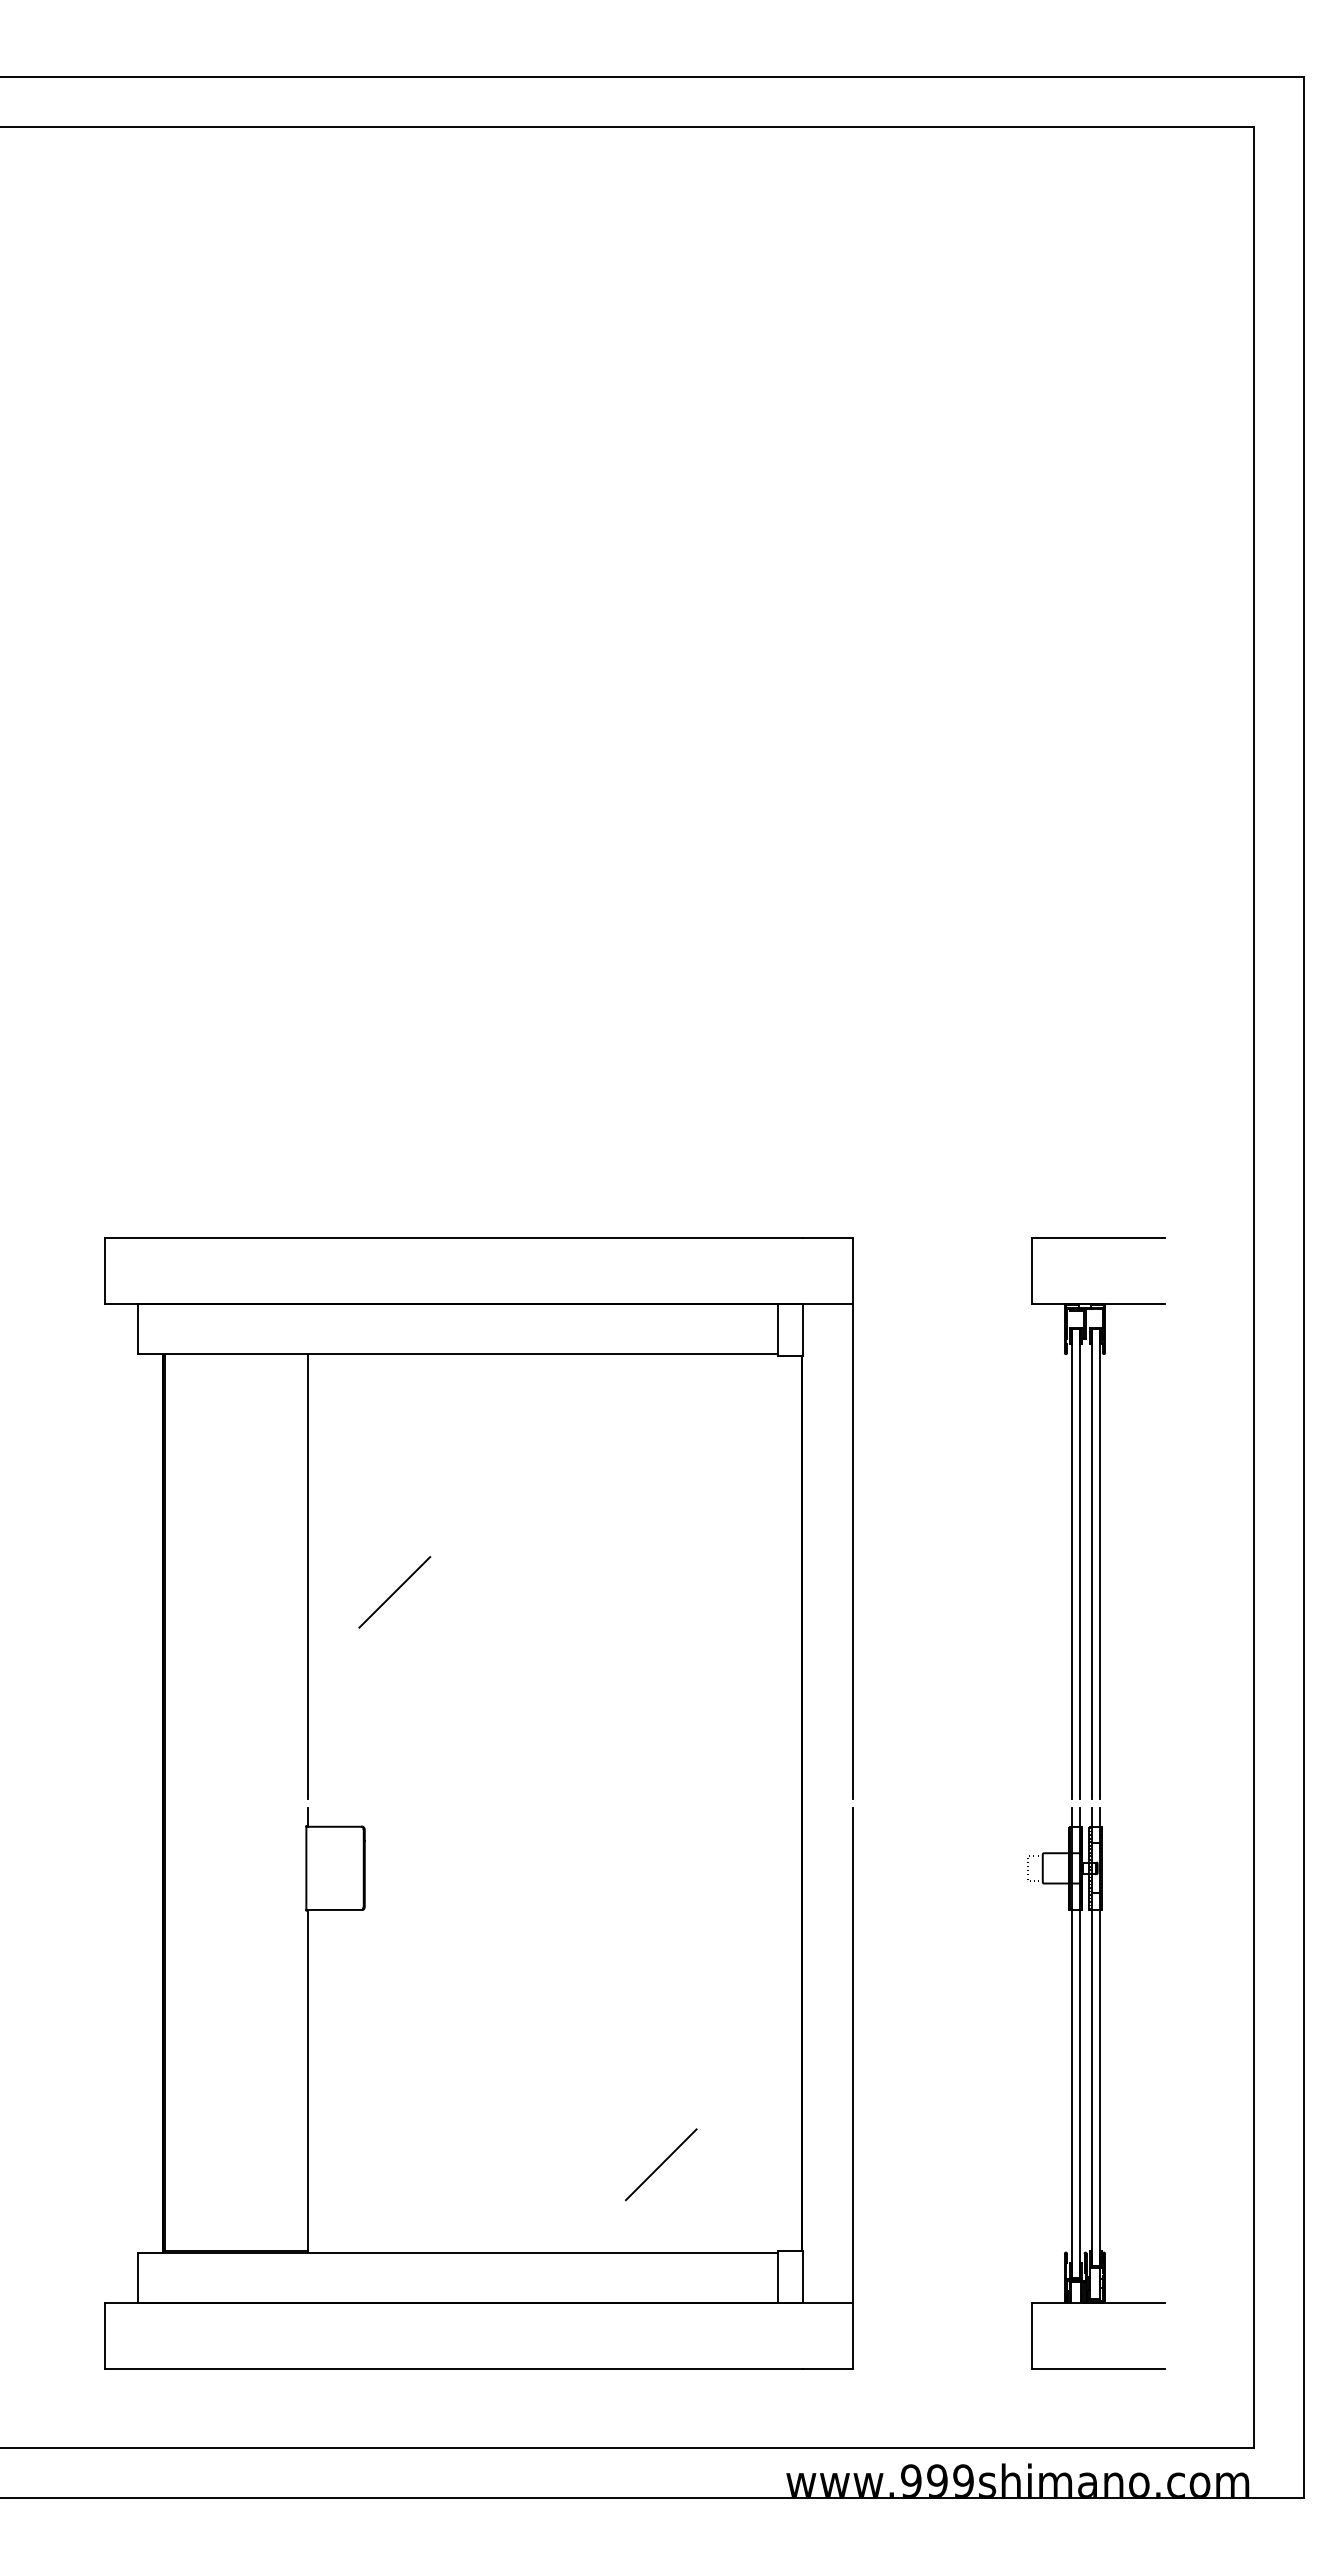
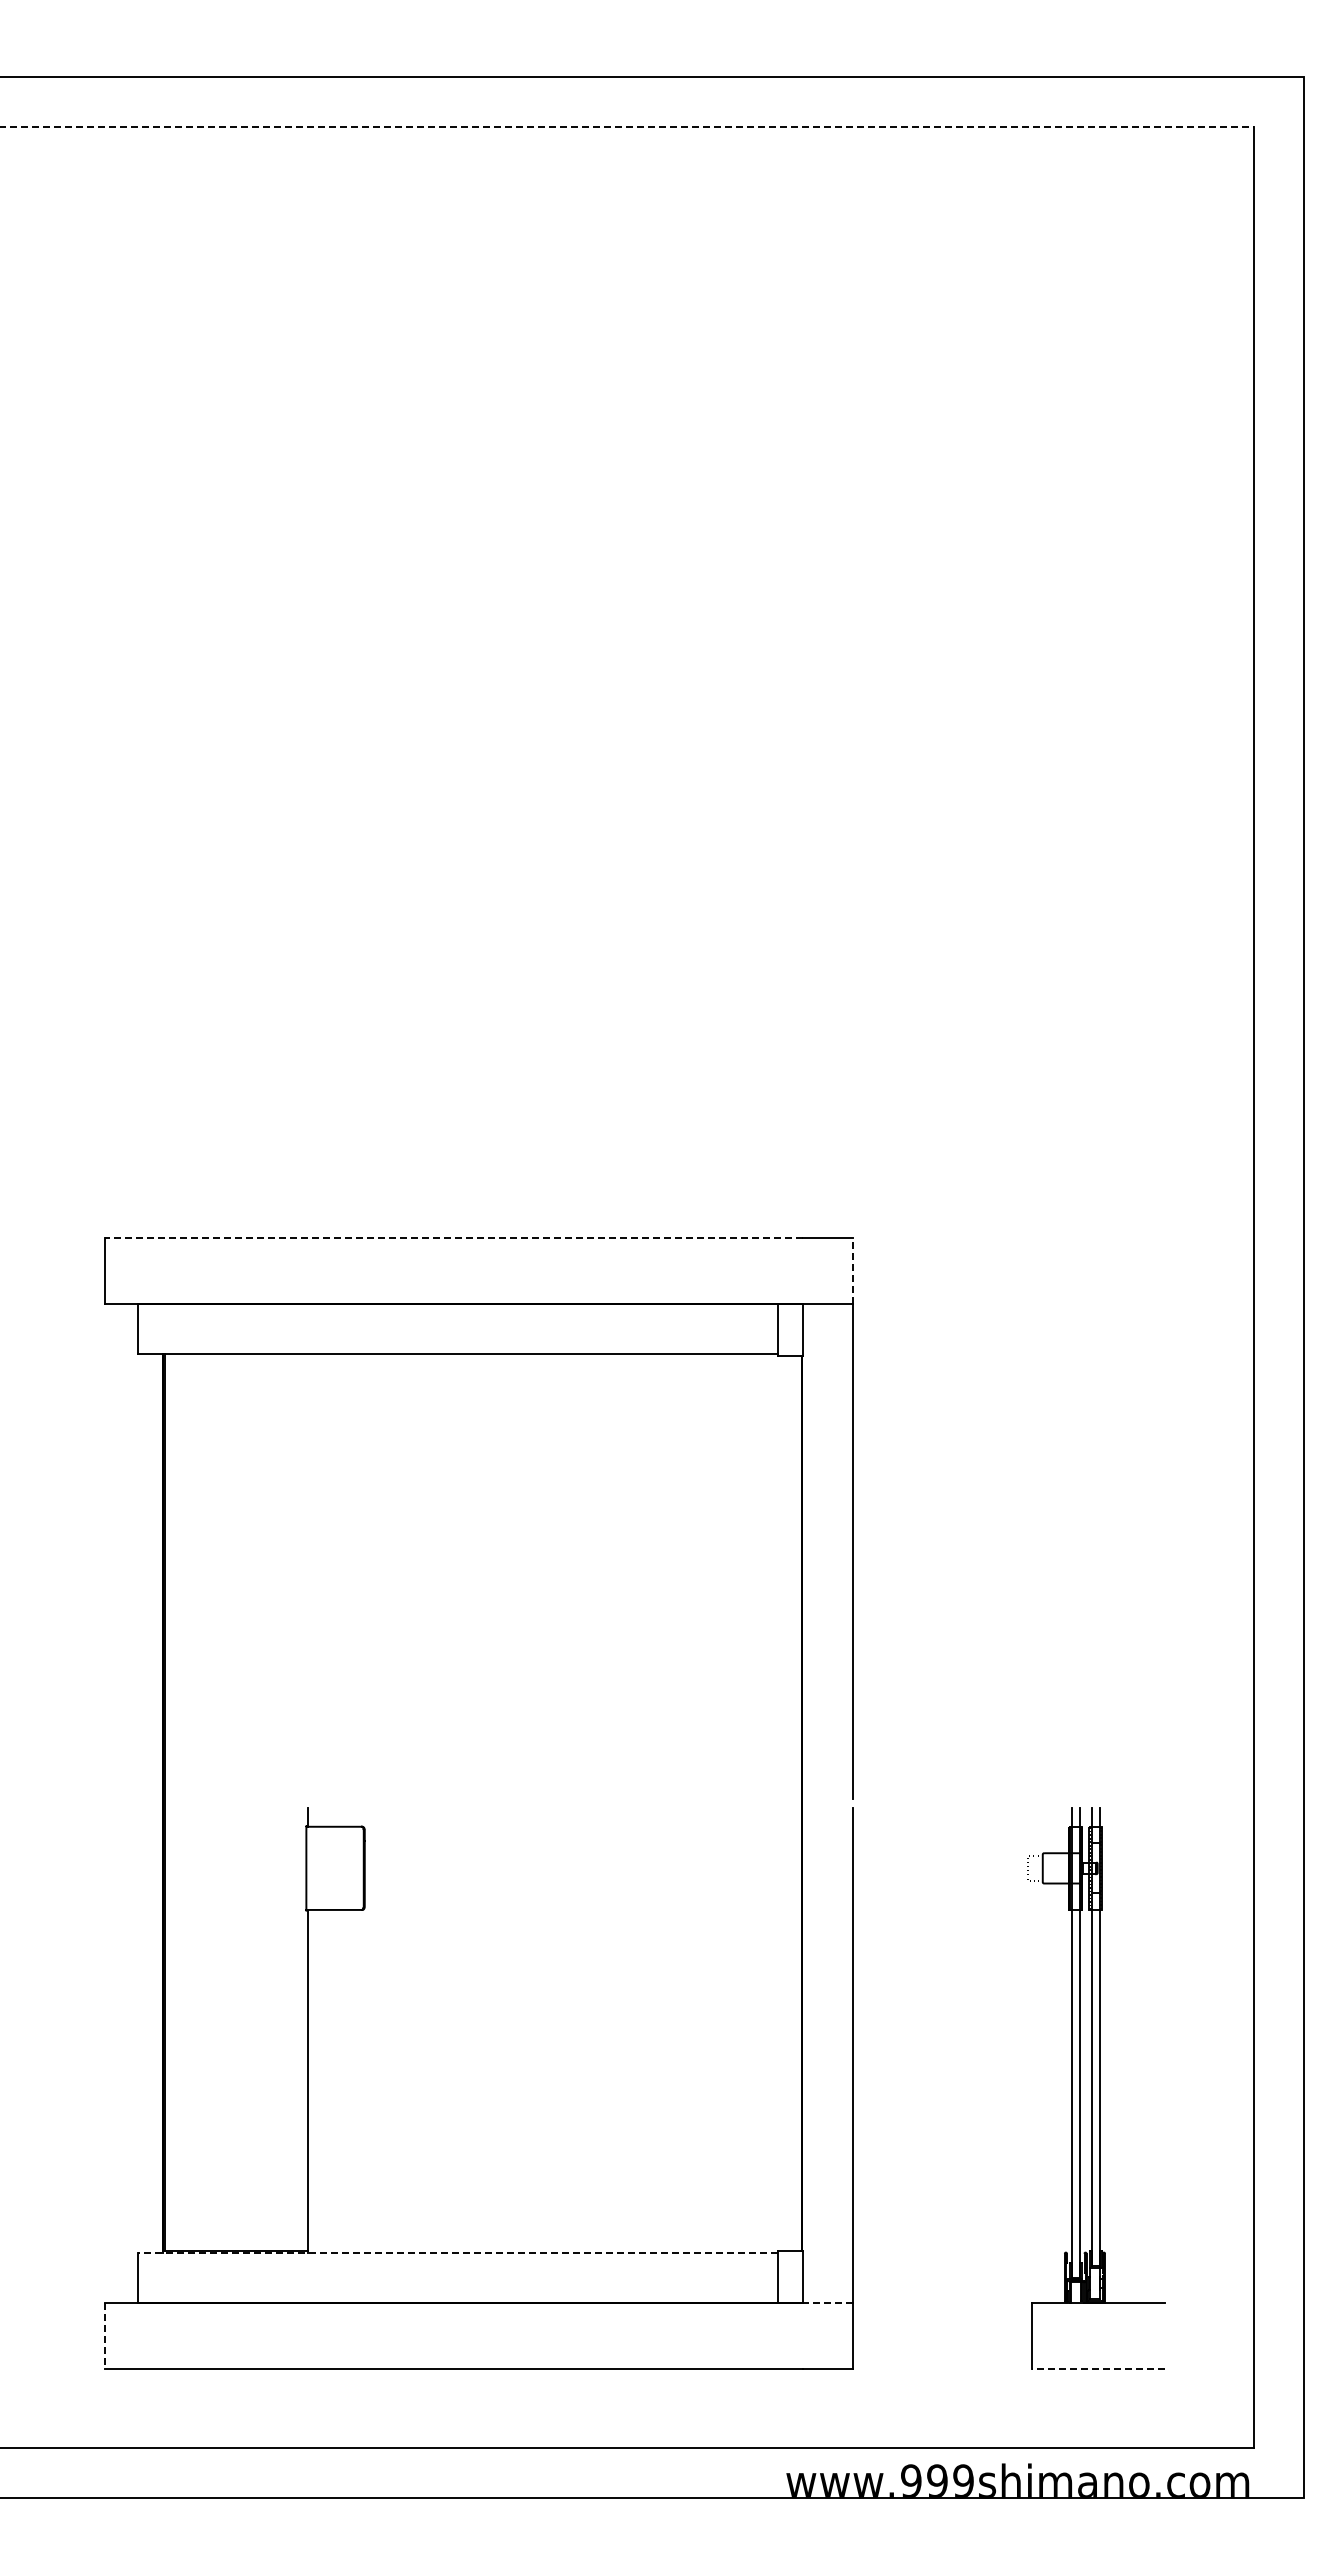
line at (626, 127): solid -> dashed
line at (453, 1237): solid -> dashed
line at (853, 1270): solid -> dashed
part at (1098, 1518): present -> none
line at (308, 1576): present -> none
line at (394, 1592): present -> none
line at (661, 2164): present -> none
line at (457, 2252): solid -> dashed
line at (828, 2302): solid -> dashed
line at (104, 2336): solid -> dashed
line at (1098, 2369): solid -> dashed
